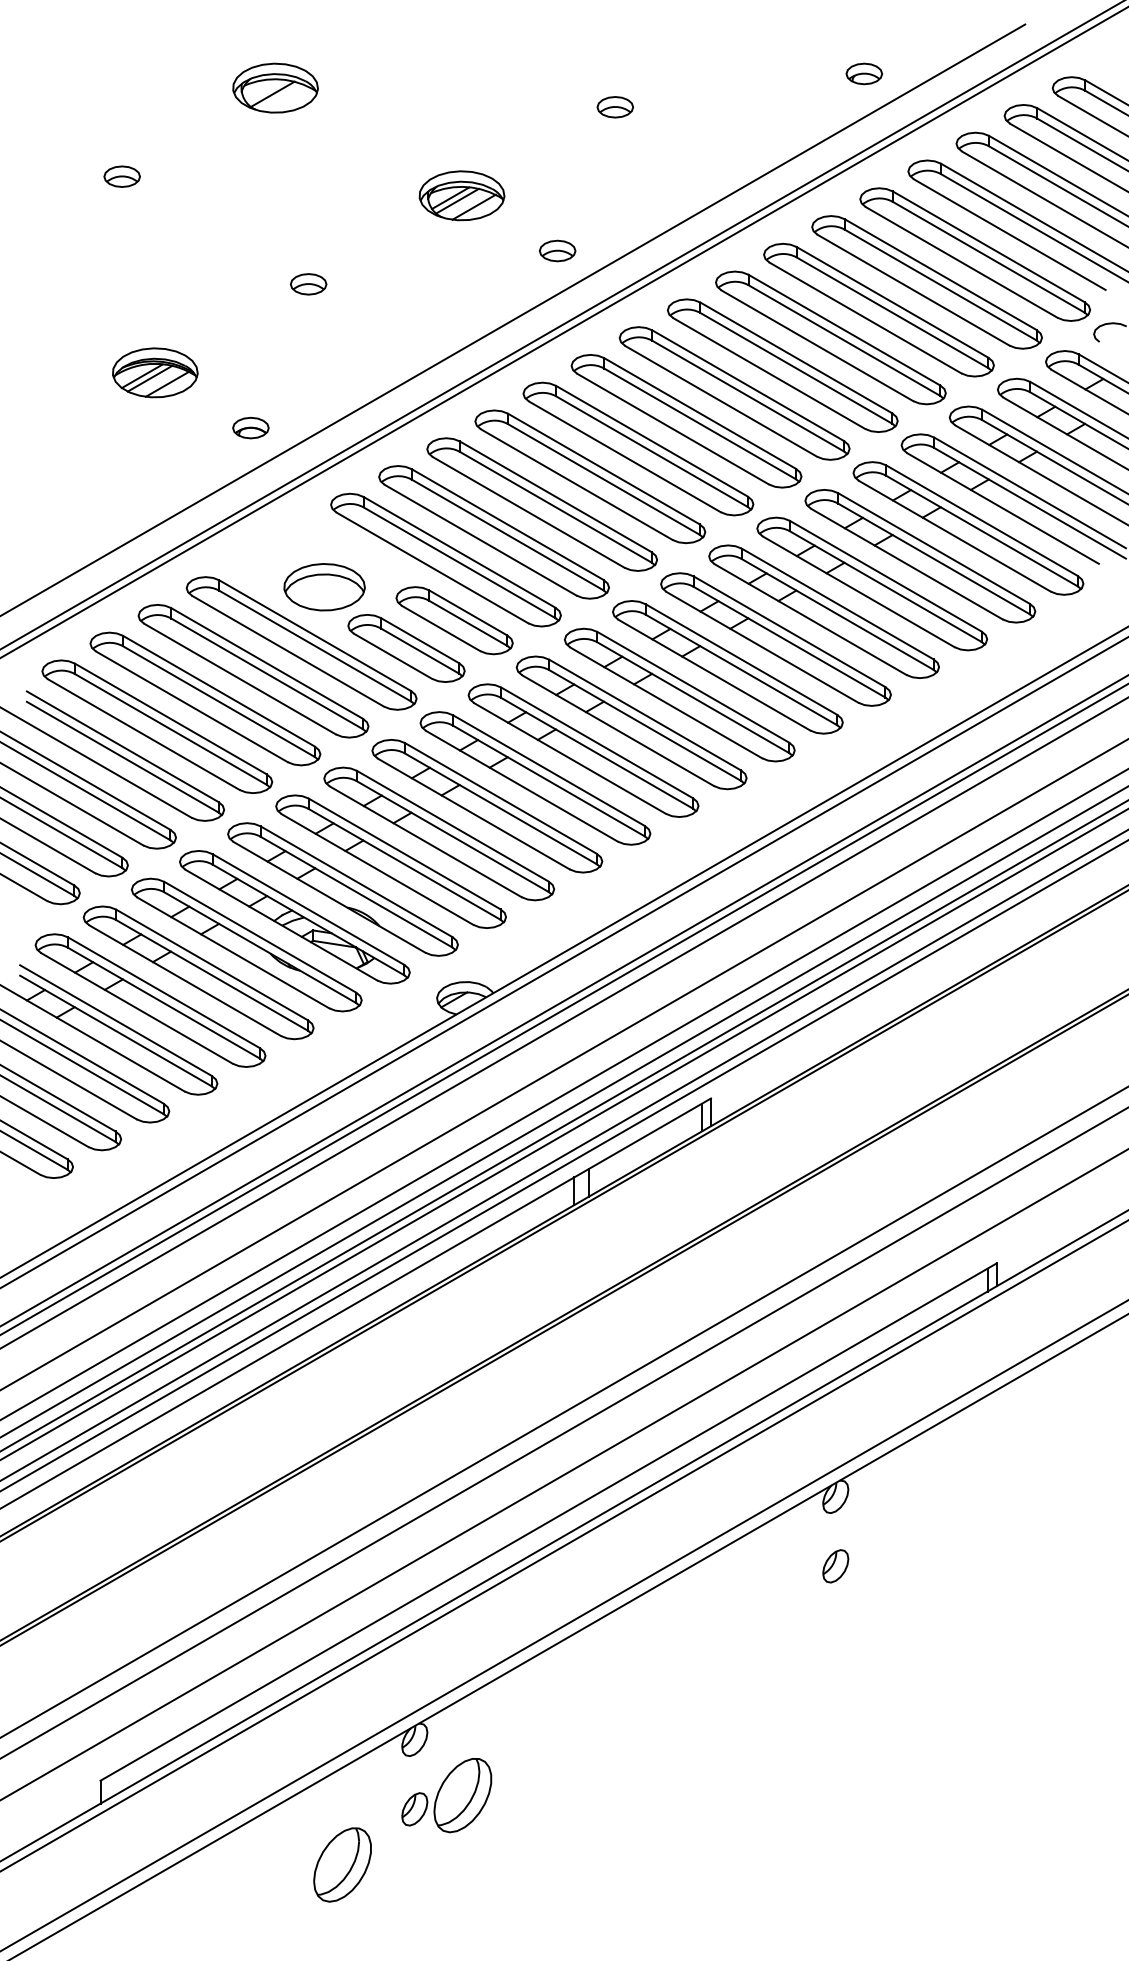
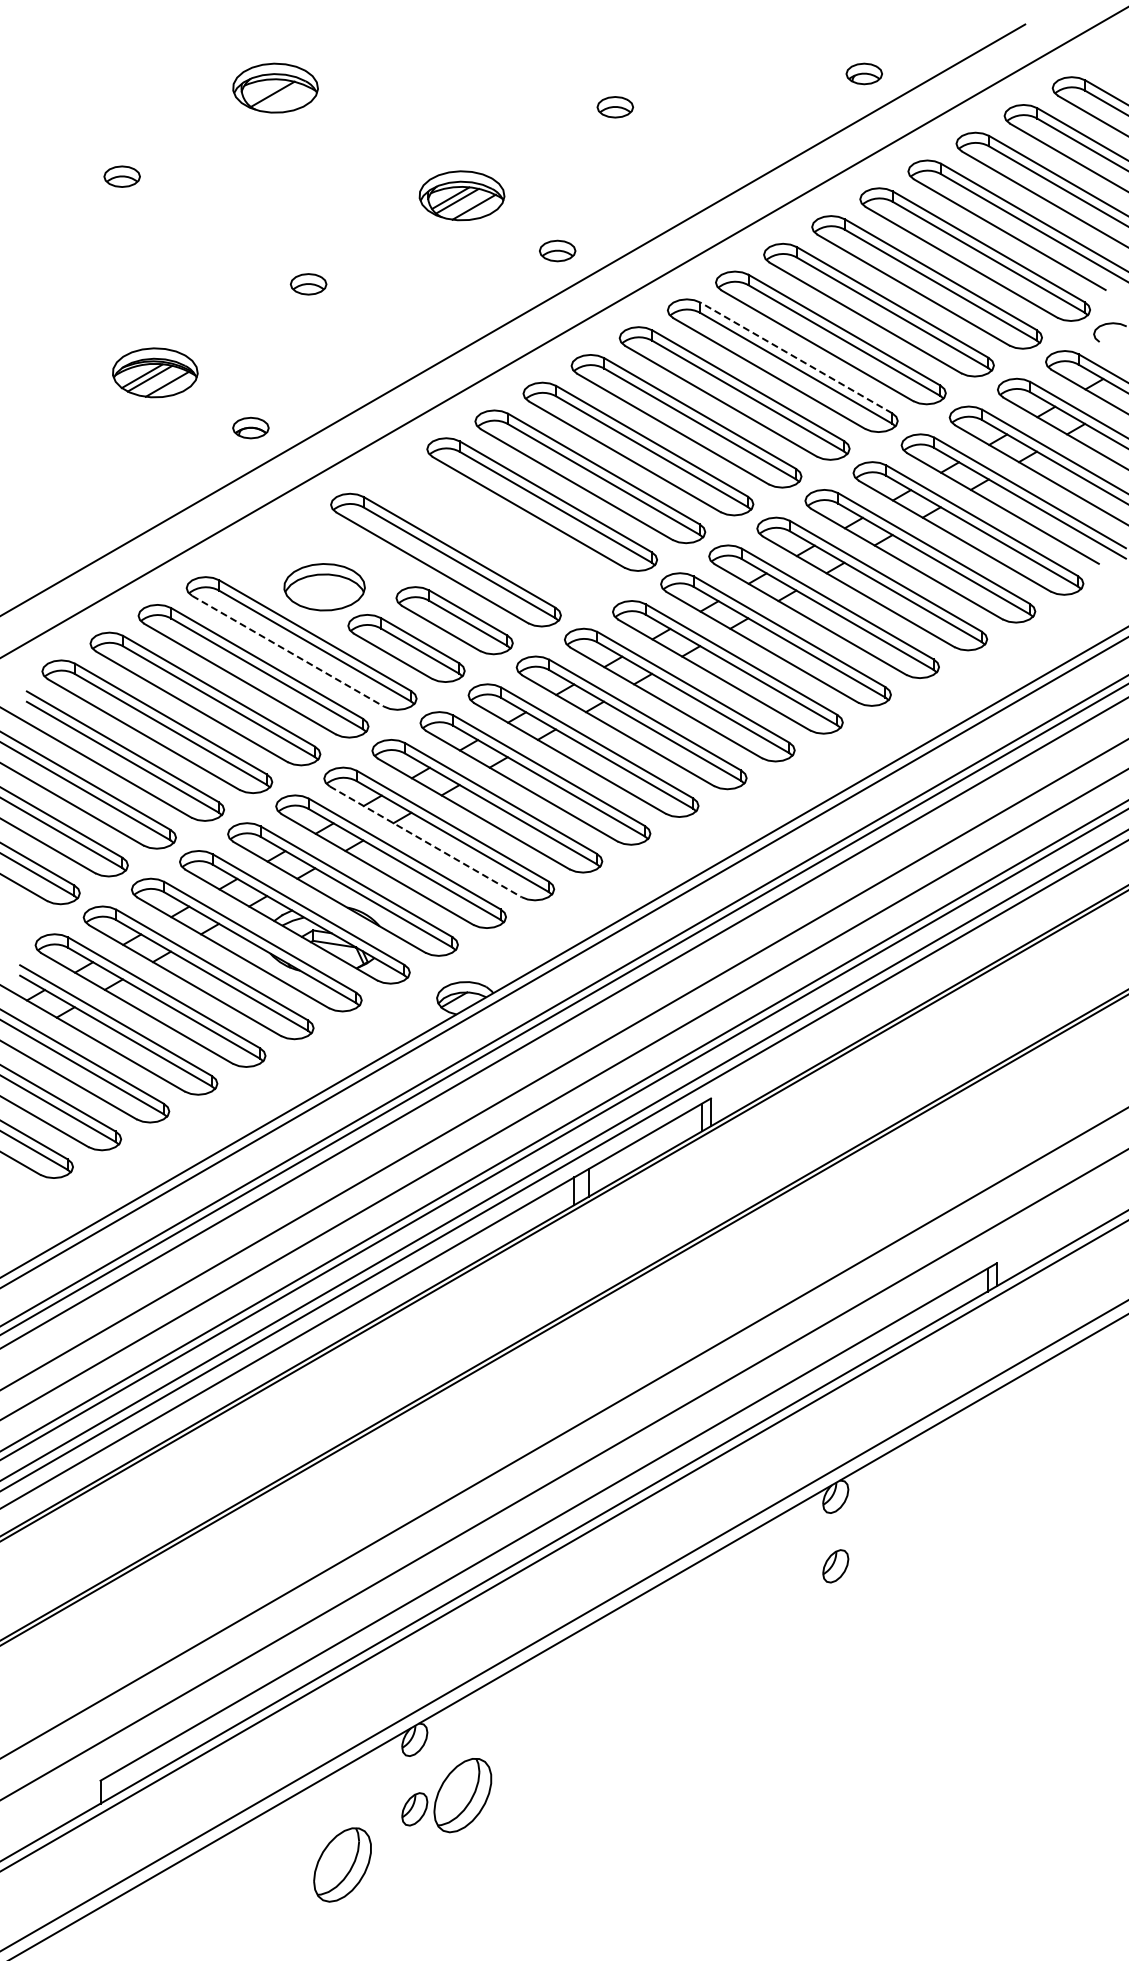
line at (561, 325): present -> none
line at (796, 357): solid -> dashed
part at (493, 532): present -> none
line at (288, 651): solid -> dashed
line at (425, 841): solid -> dashed
line at (563, 1112): present -> none
line at (563, 1412): present -> none
